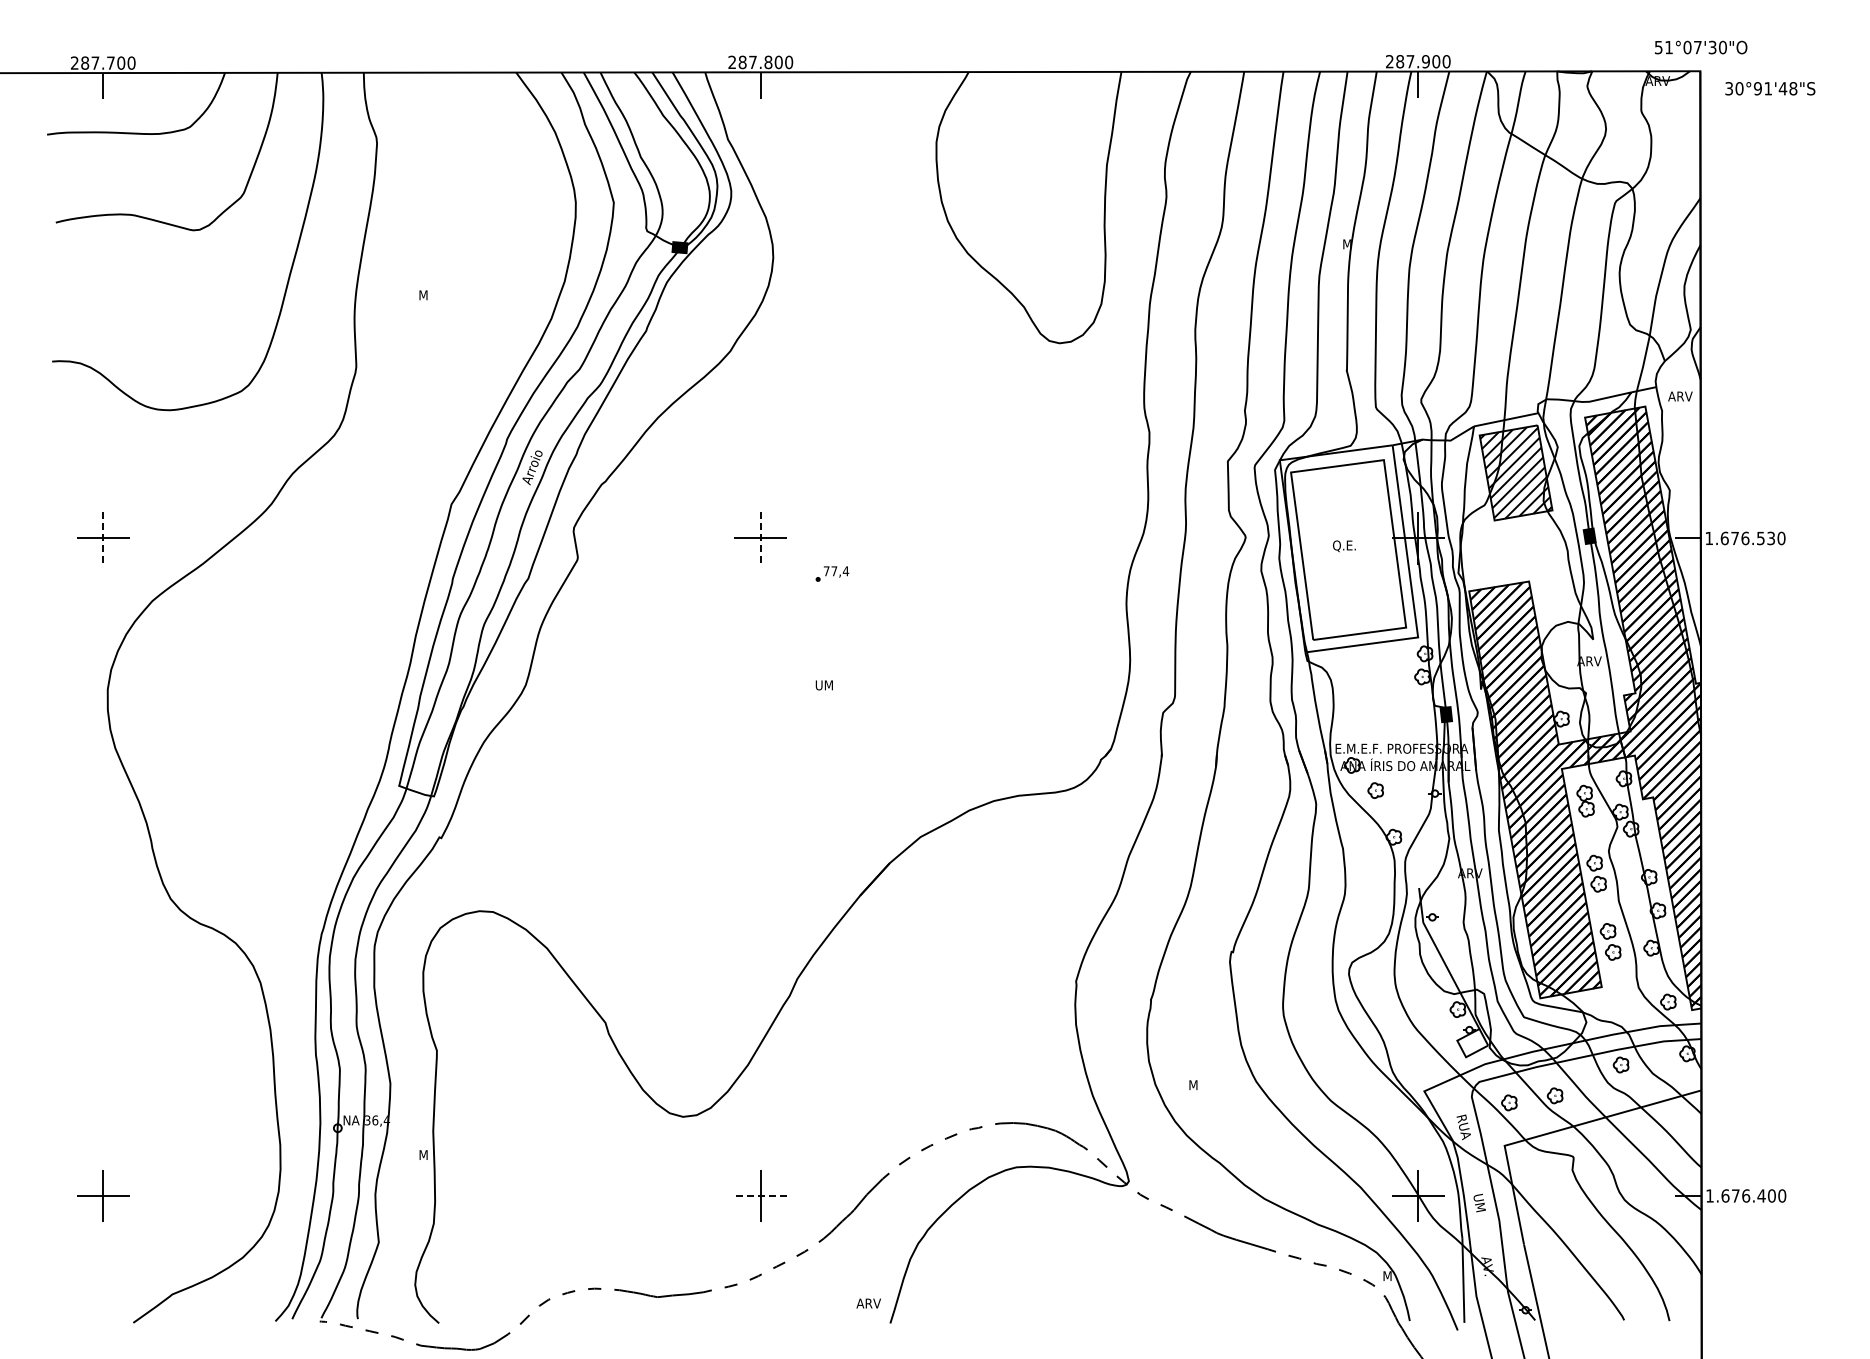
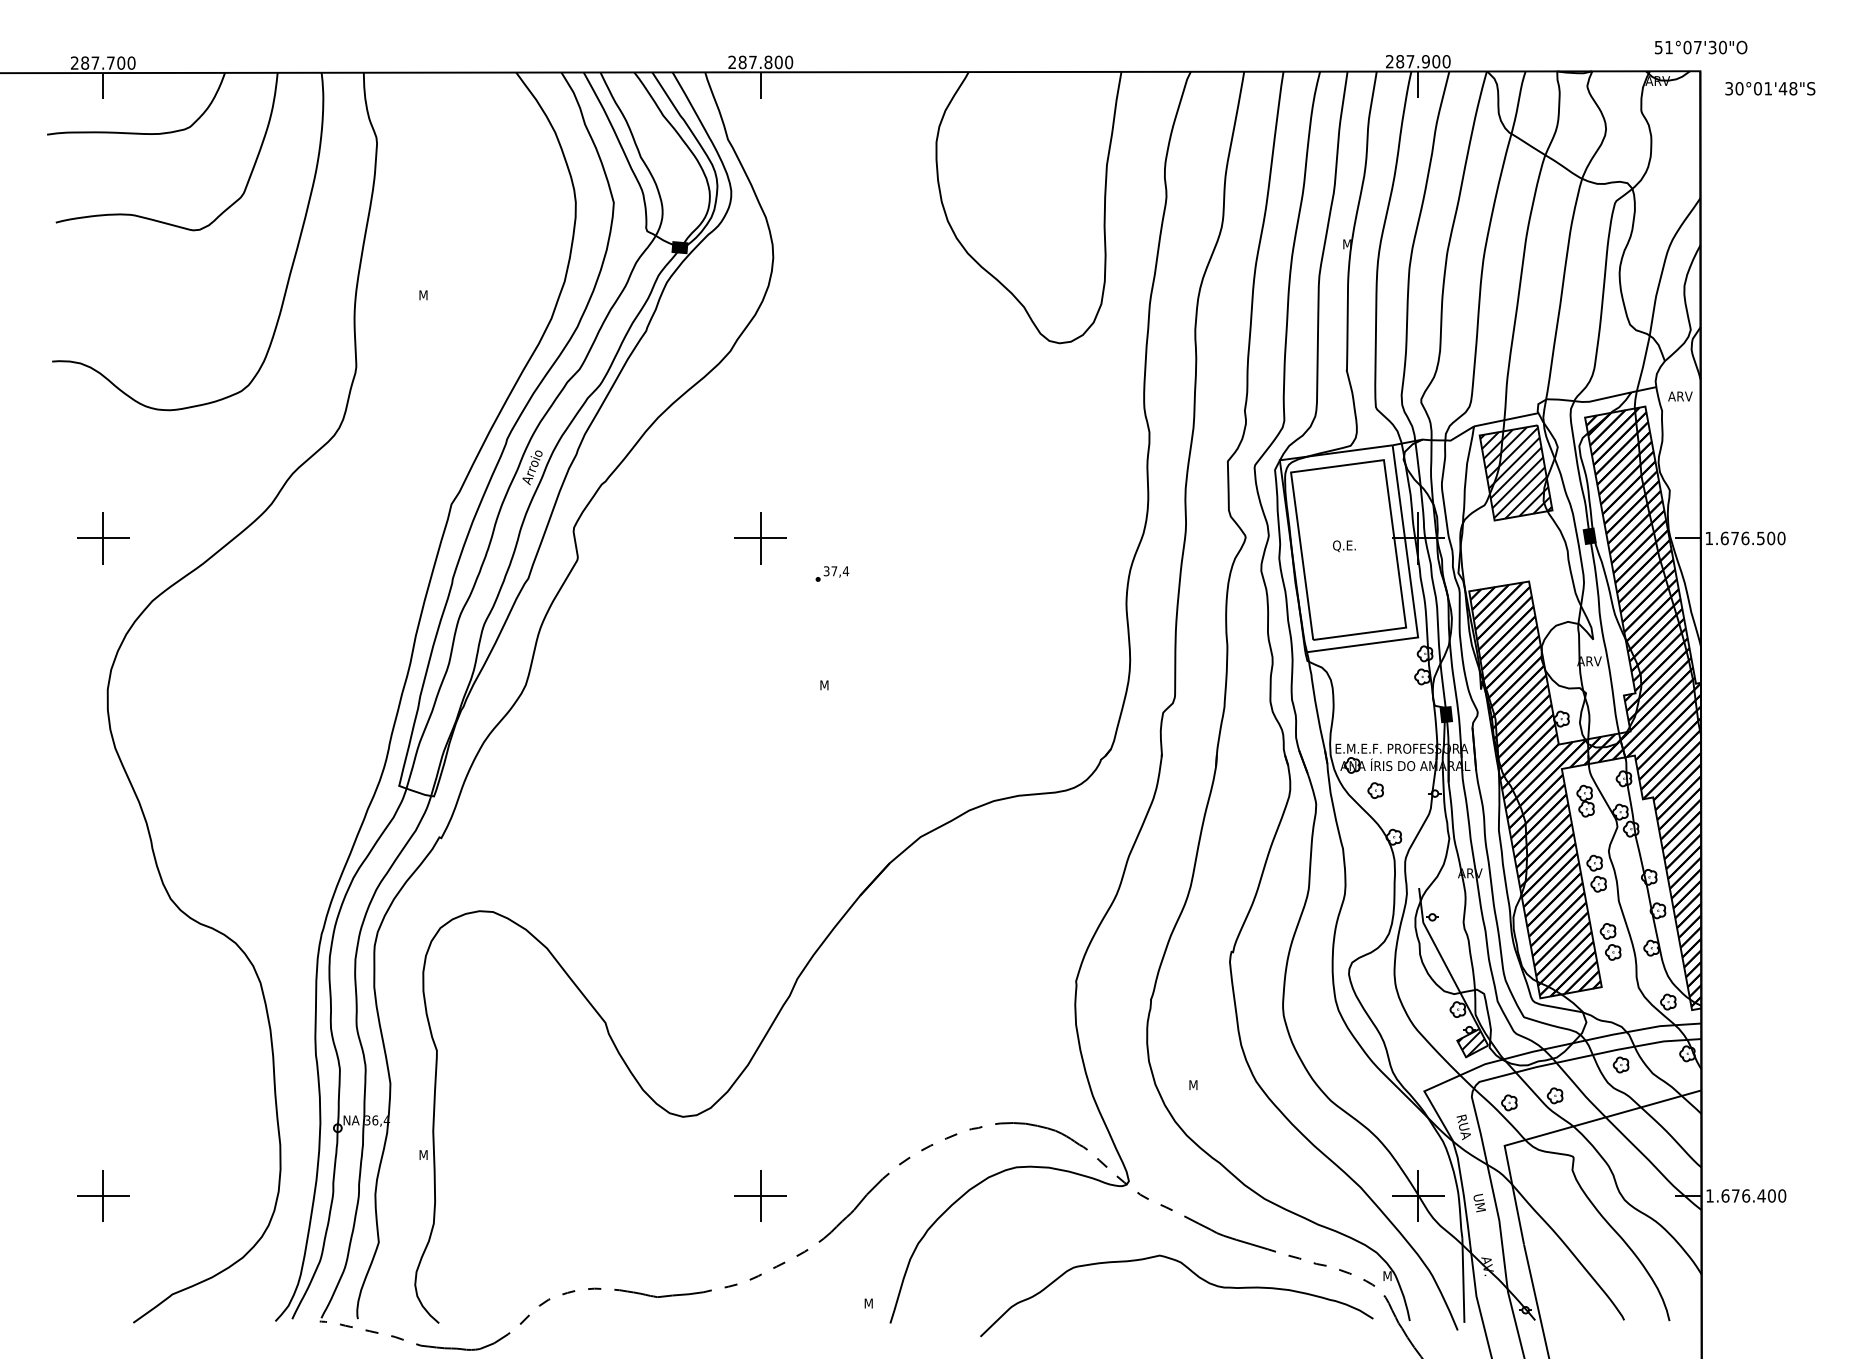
text at (1757, 88): 30°91'48"S -> 30°01'48"S
line at (103, 538): dashed -> solid
line at (760, 538): dashed -> solid
text at (1771, 538): 1.676.530 -> 1.676.500
text at (826, 571): 77,4 -> 37,4
text at (823, 685): UM -> M
hatch at (1471, 1043): none -> present
line at (760, 1196): dashed -> solid
curve at (1192, 1273): none -> present
text at (868, 1303): ARV -> M
